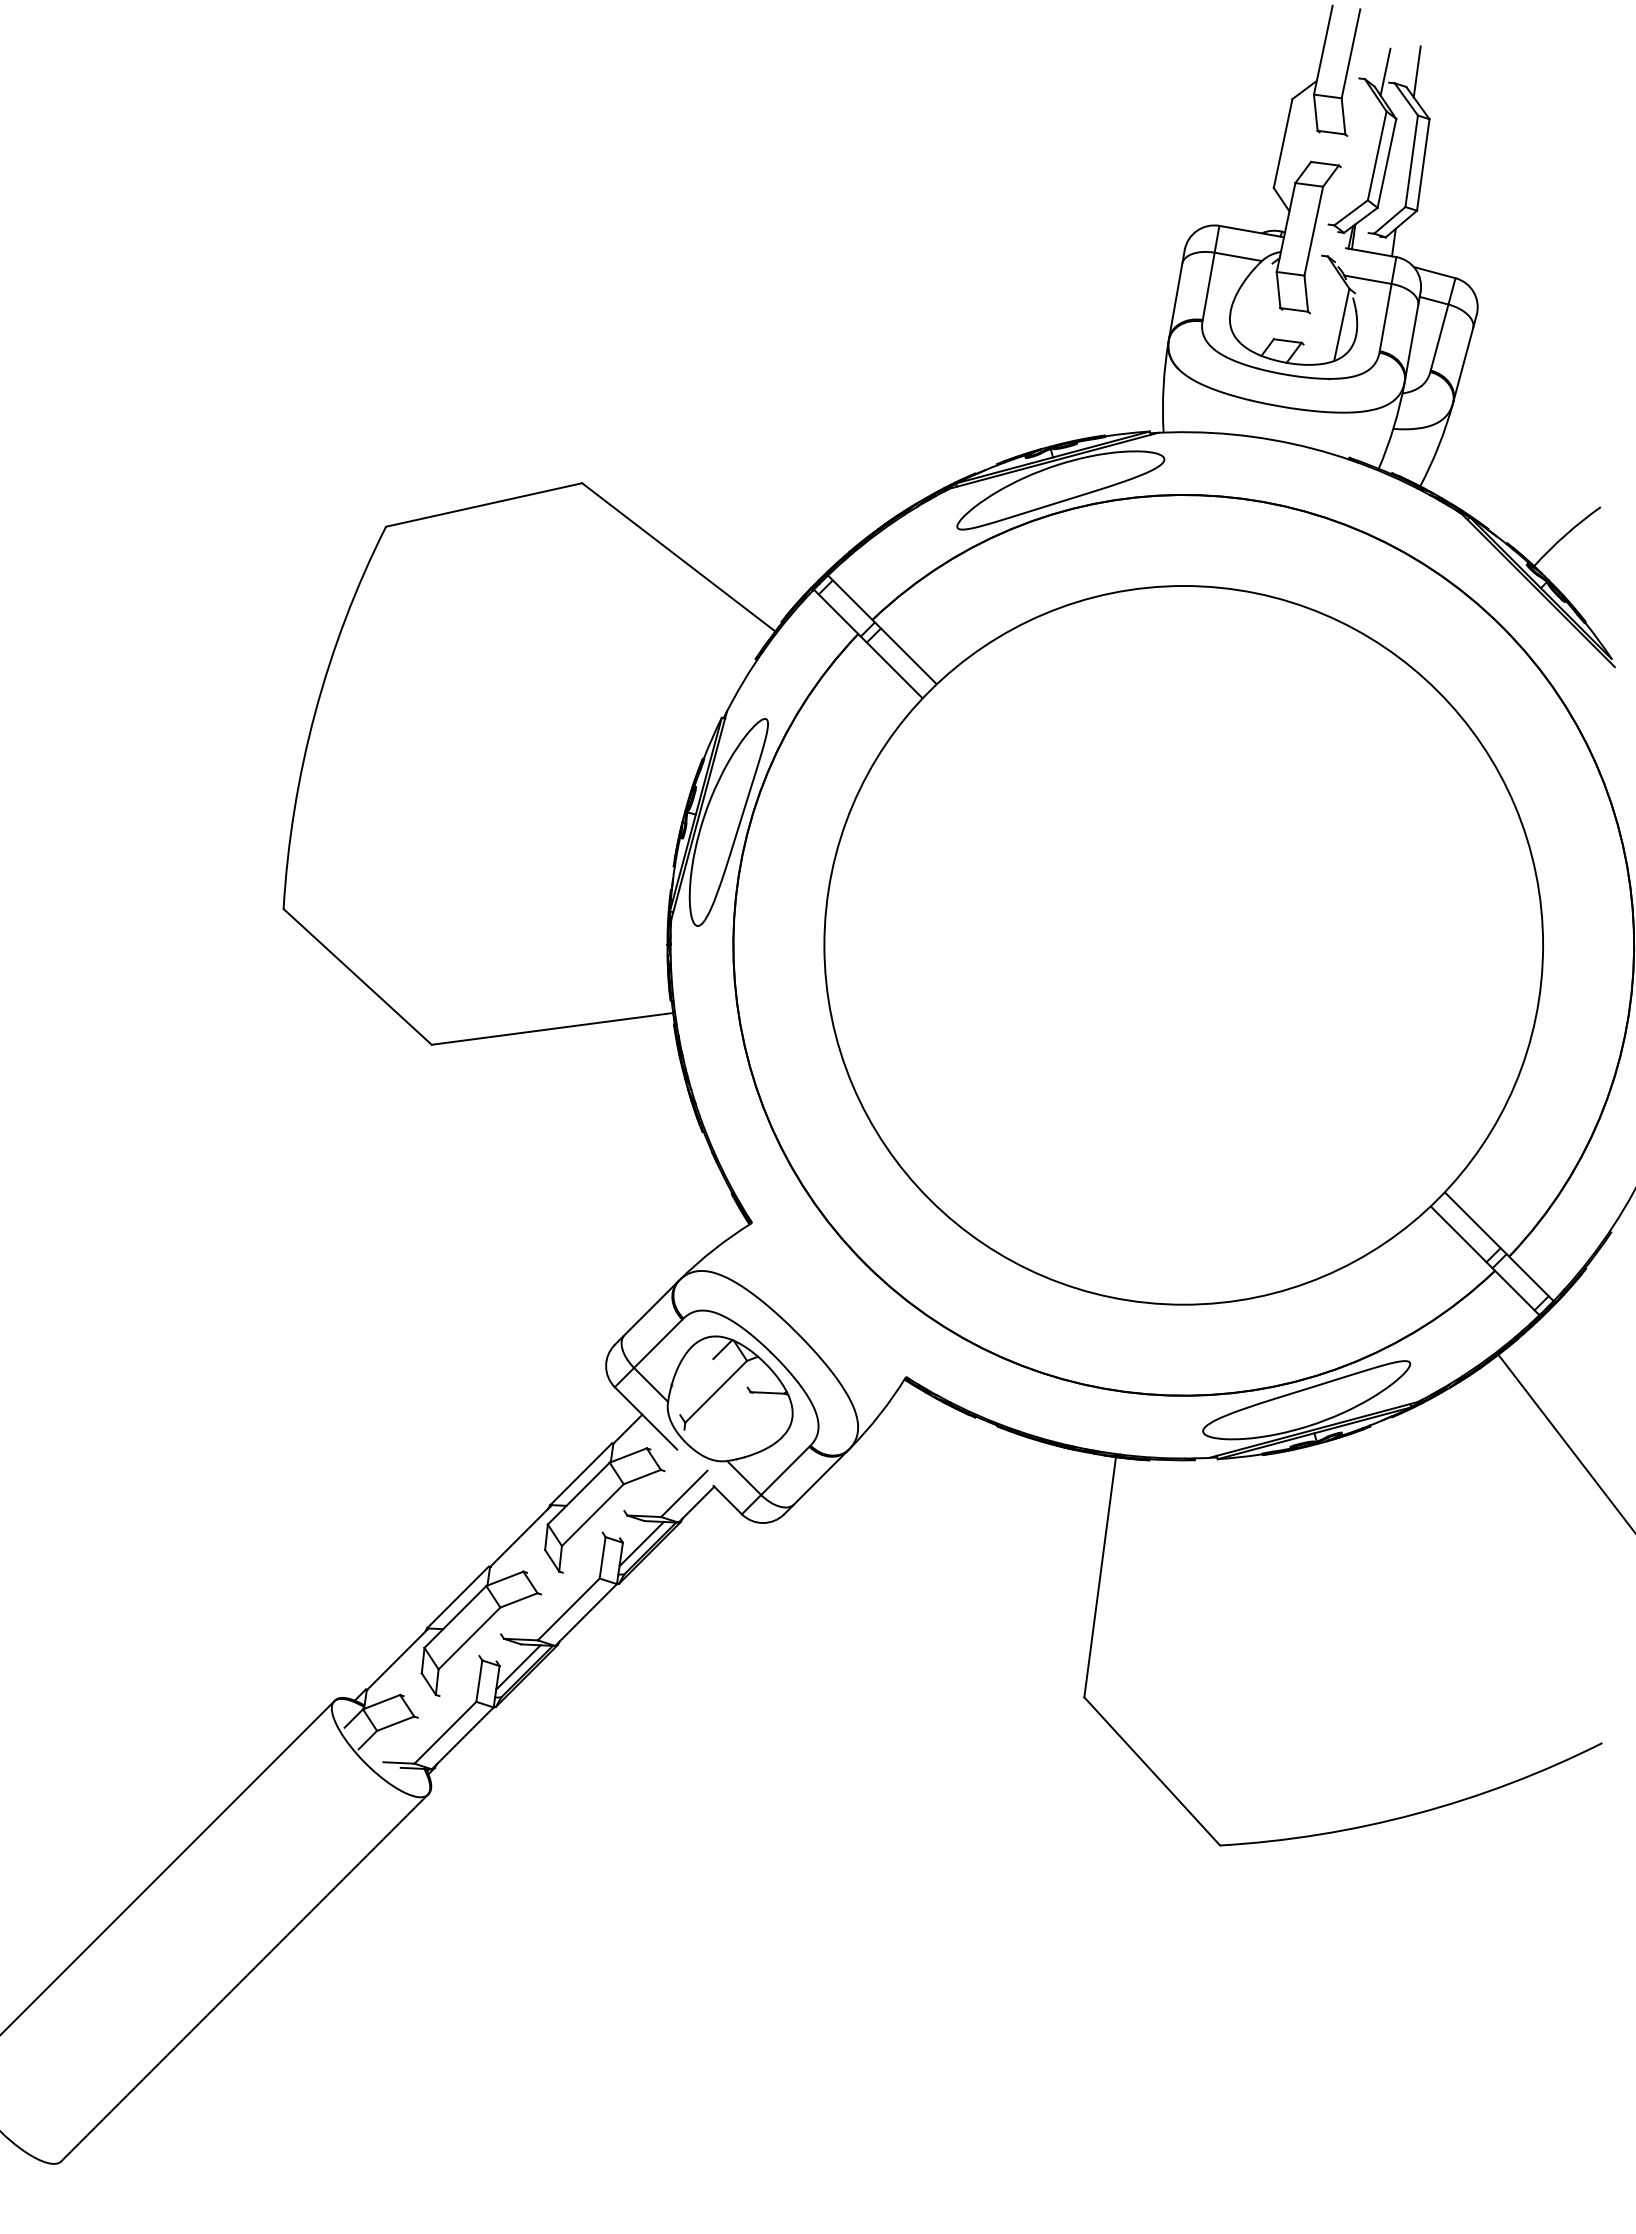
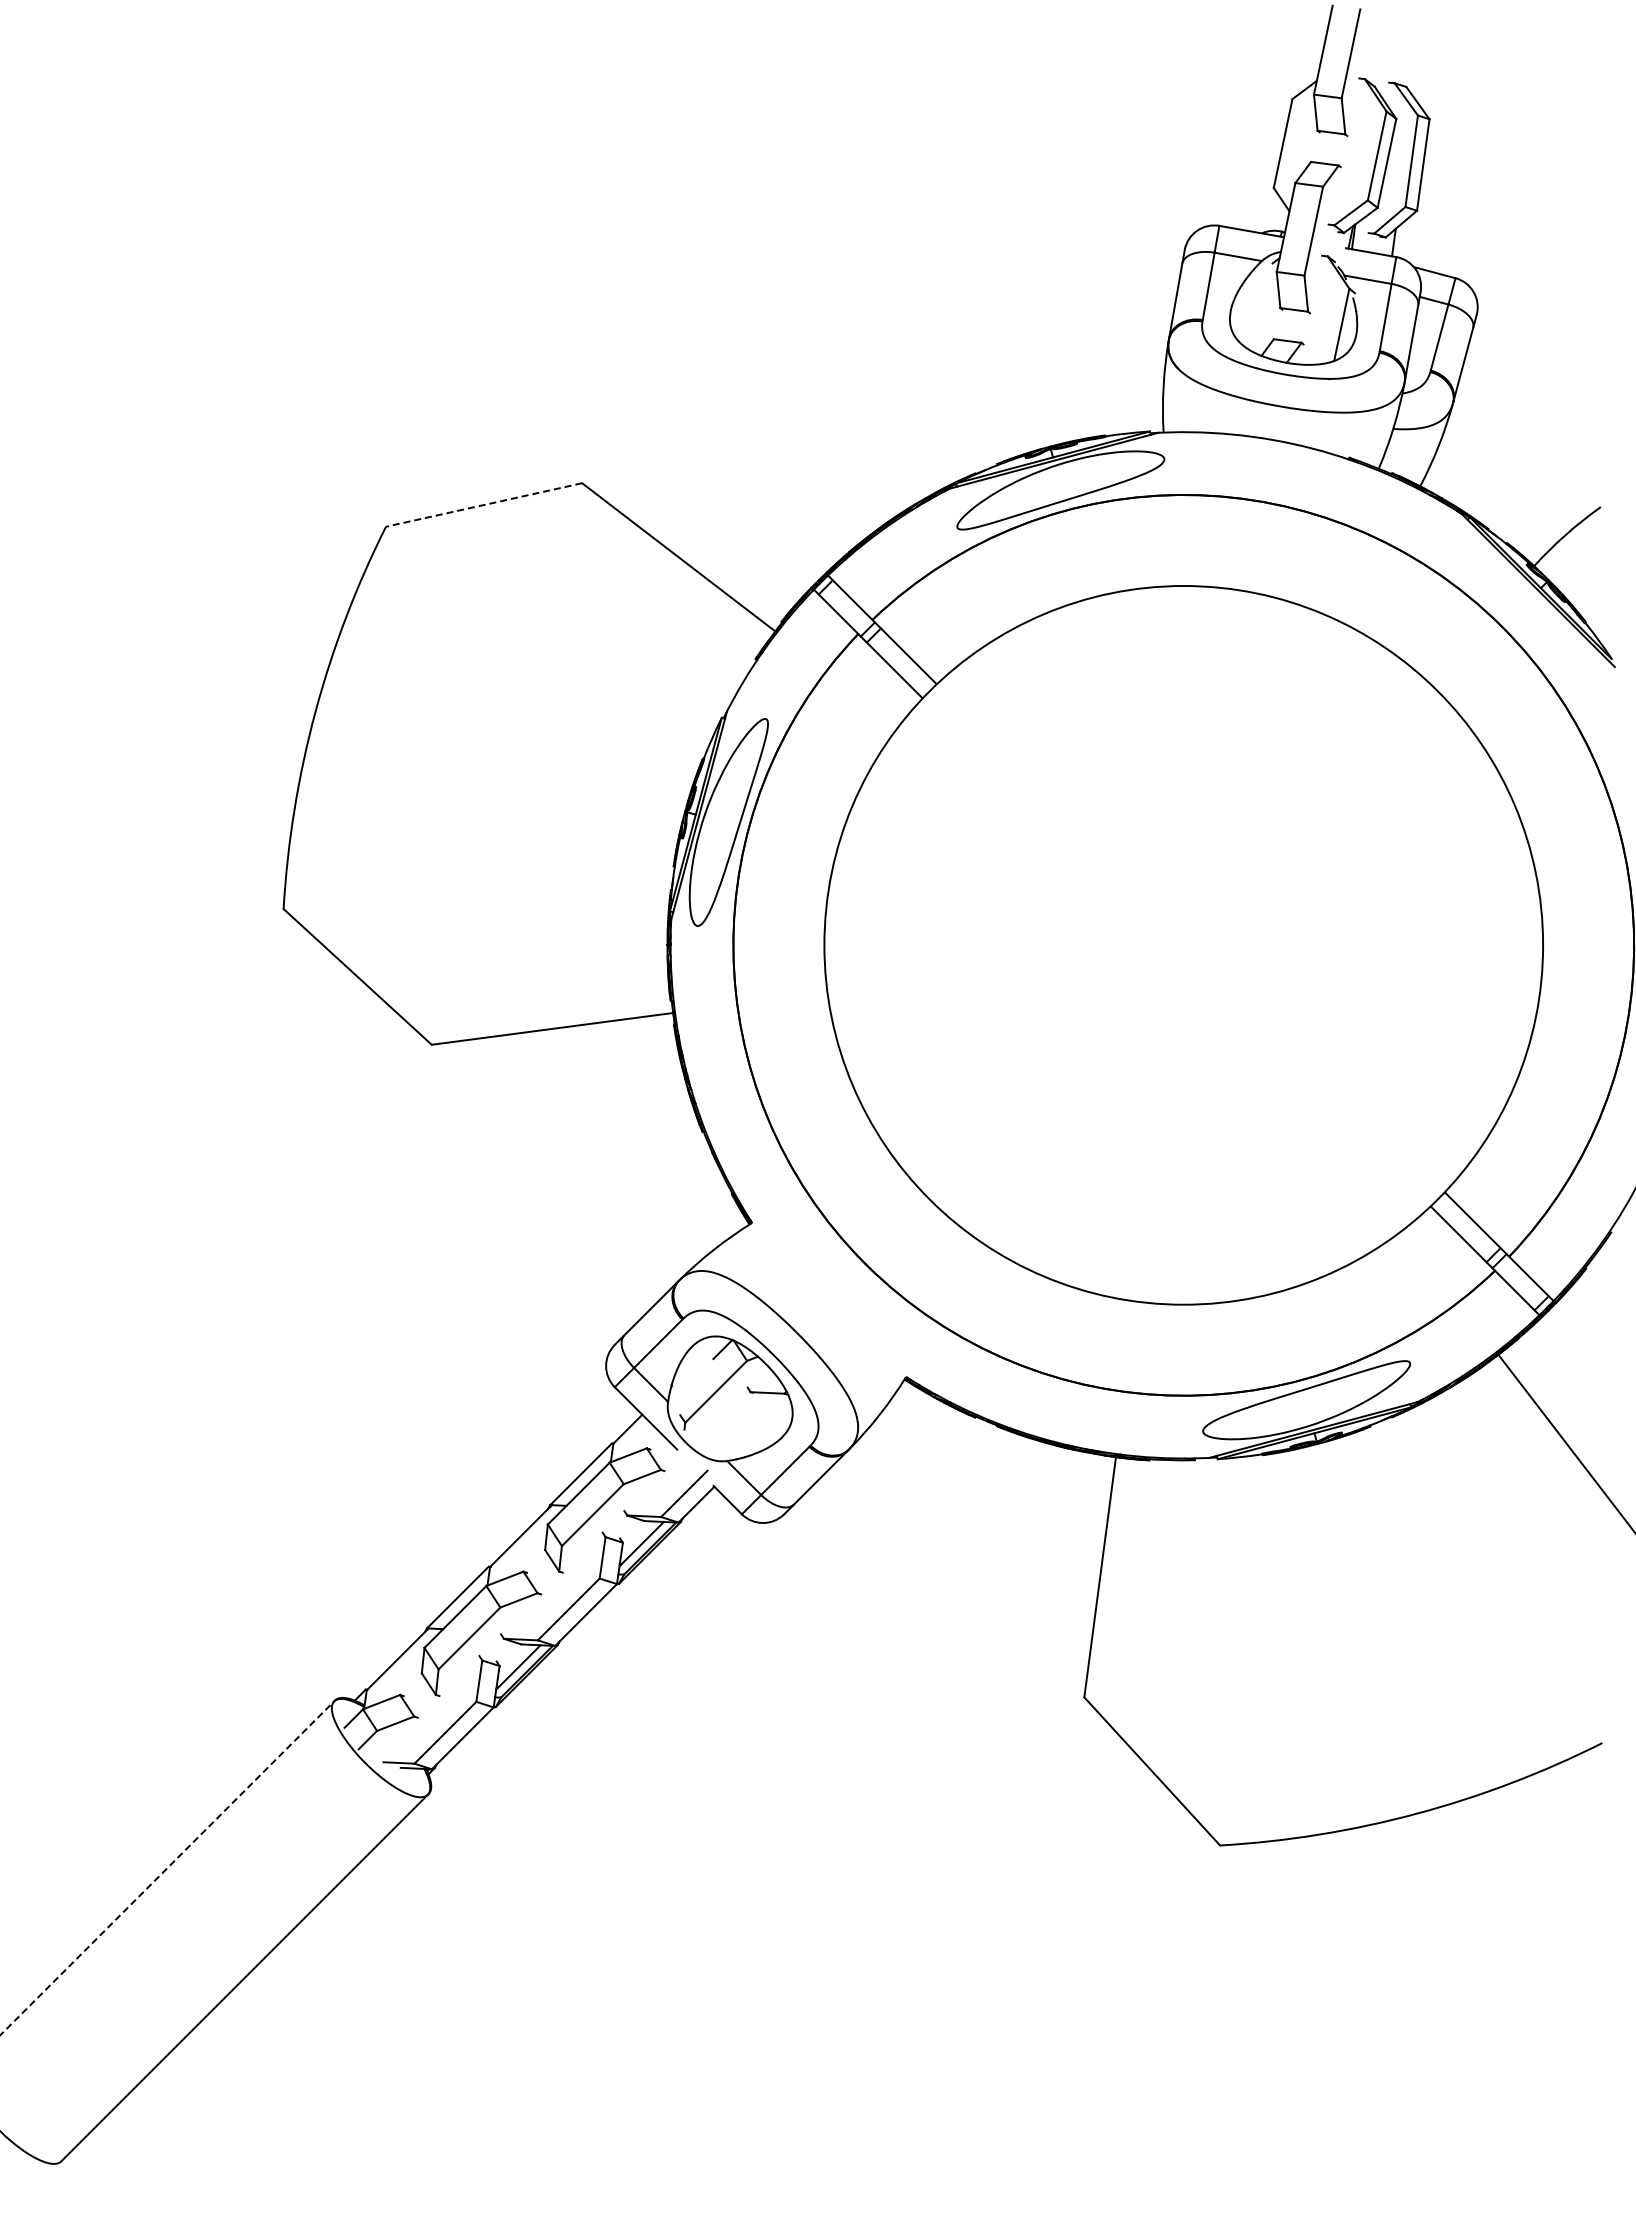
line at (1385, 71): present -> none
line at (1416, 71): present -> none
line at (483, 505): solid -> dashed
line at (167, 1868): solid -> dashed
